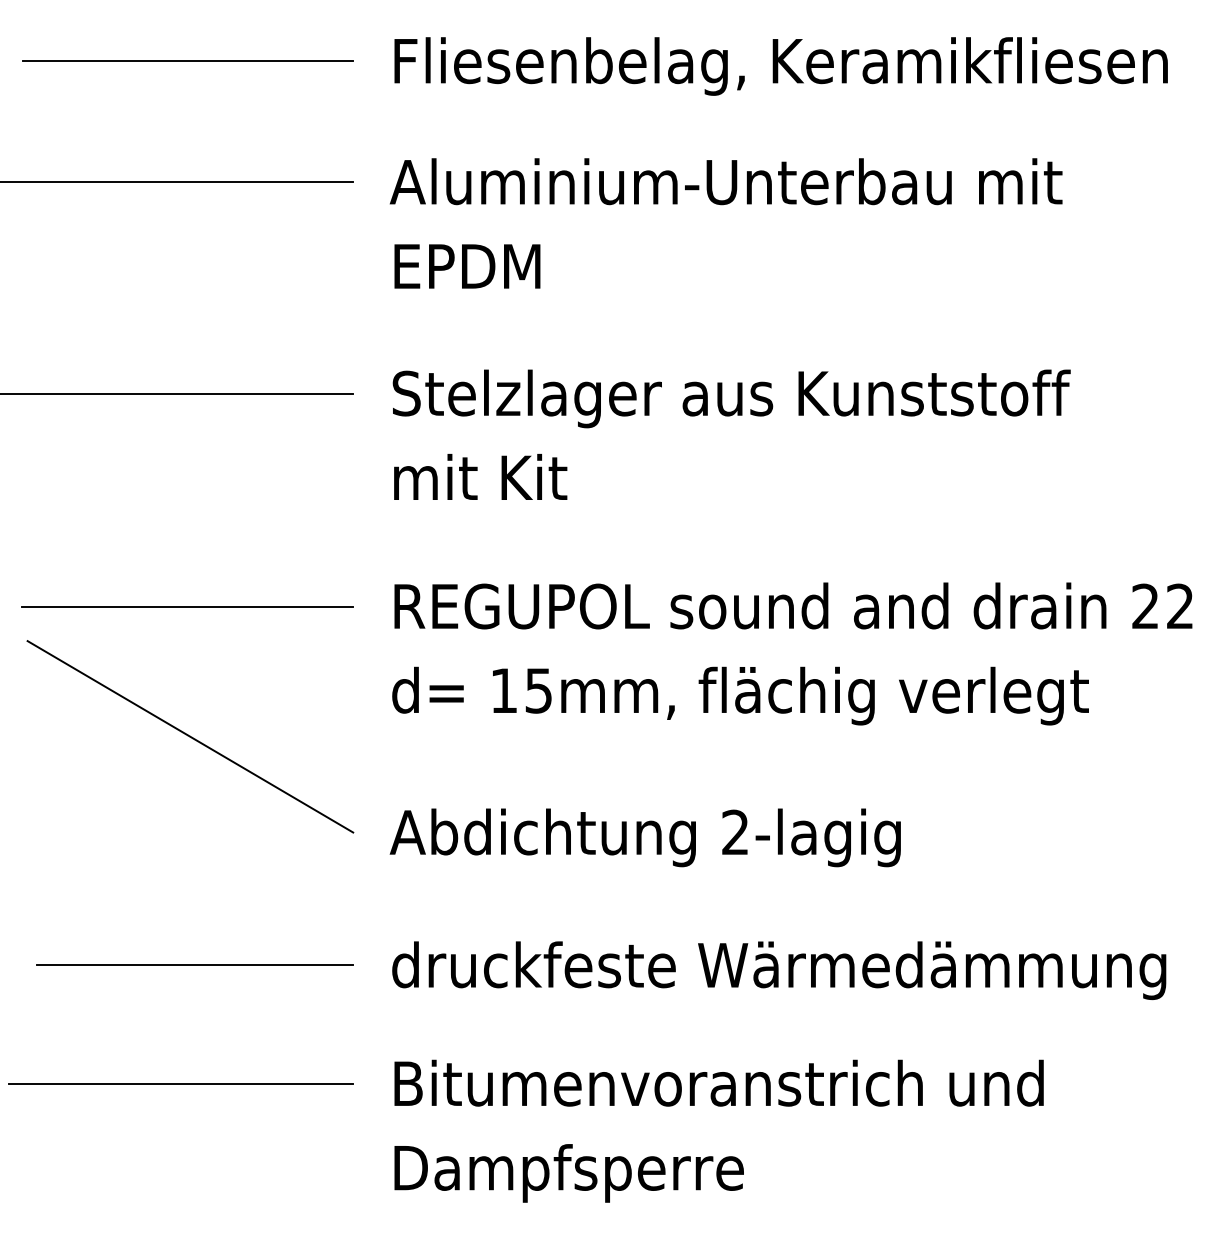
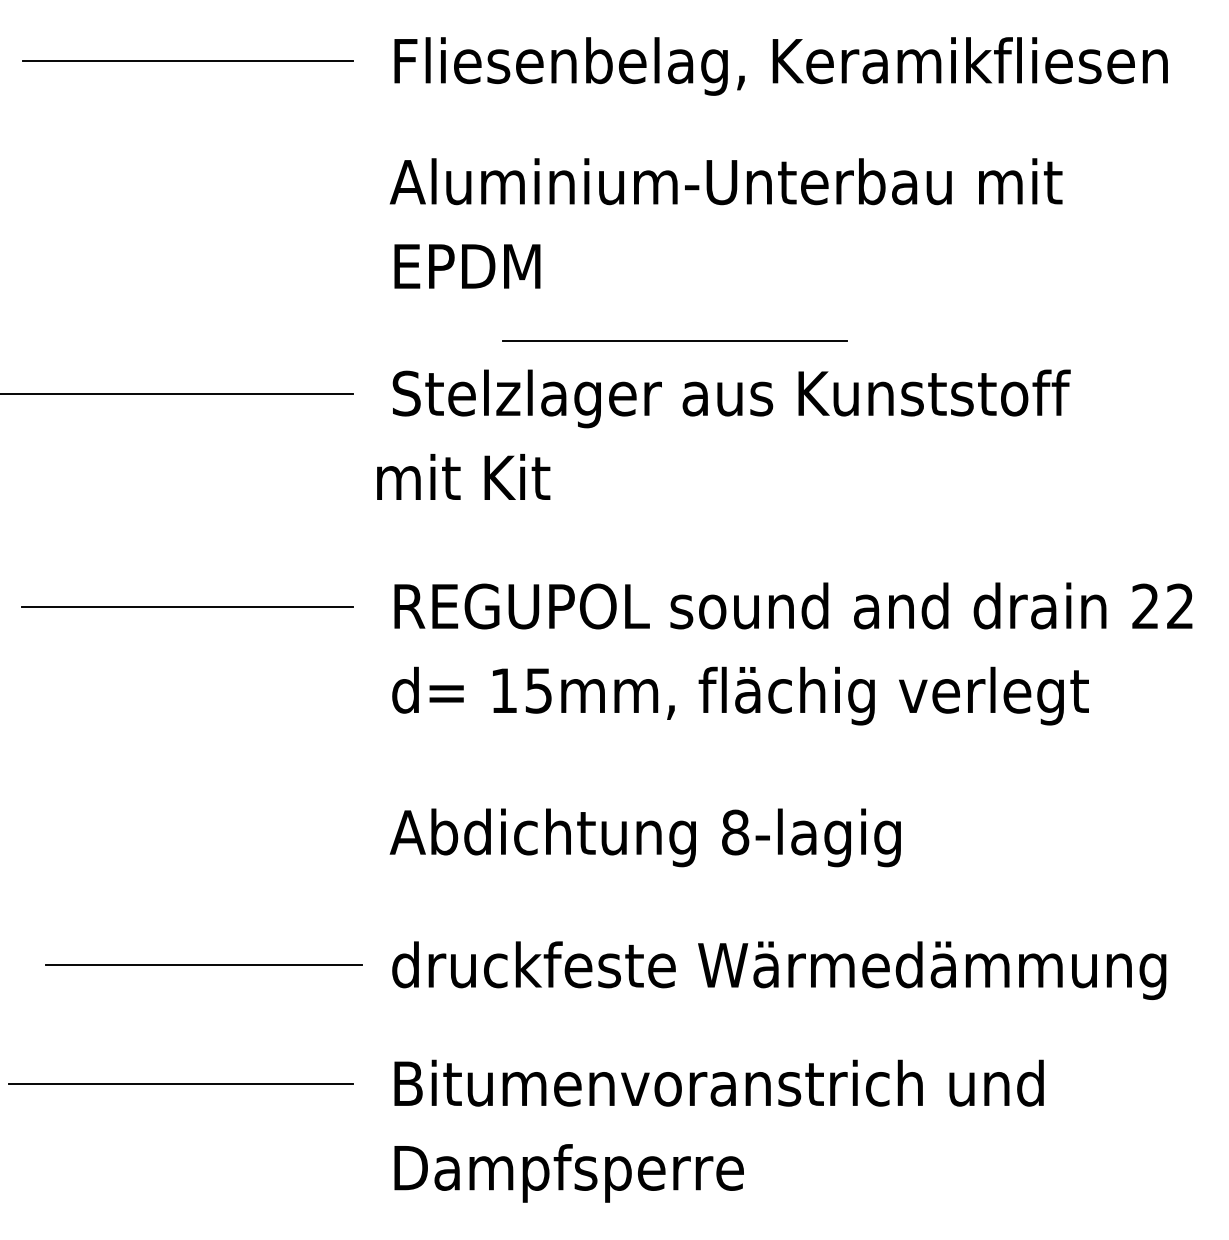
line at (177, 182): present -> none
line at (674, 340): none -> present
text at (480, 476) position: (480, 476) -> (463, 476)
line at (190, 736): present -> none
text at (735, 832): 2-lagig -> 8-lagig
line at (194, 964) position: (194, 964) -> (203, 964)
